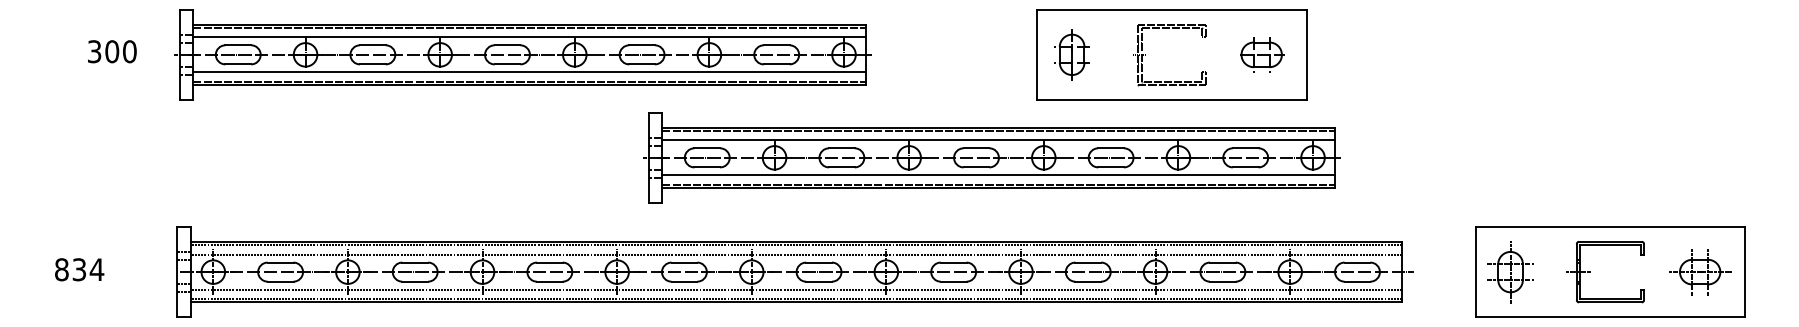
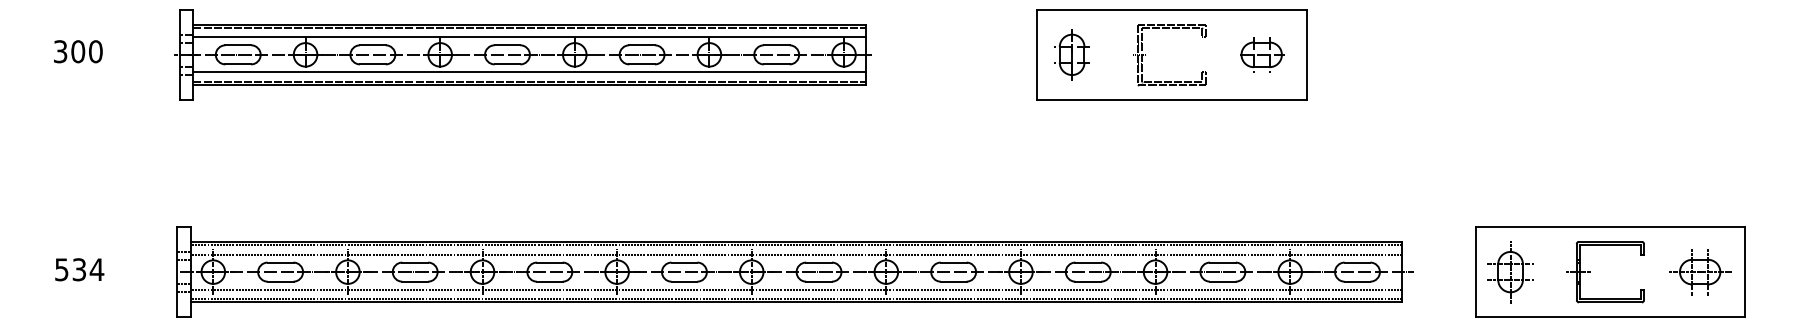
text at (112, 51) position: (112, 51) -> (78, 51)
part at (991, 157): present -> none
text at (61, 269): 834 -> 534
